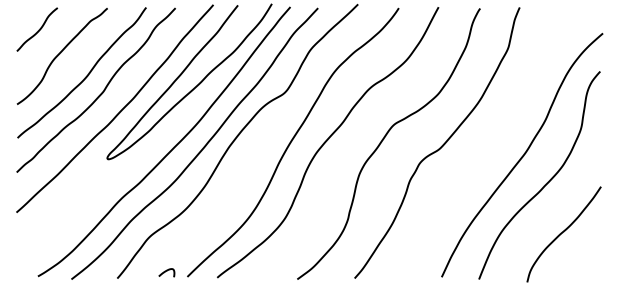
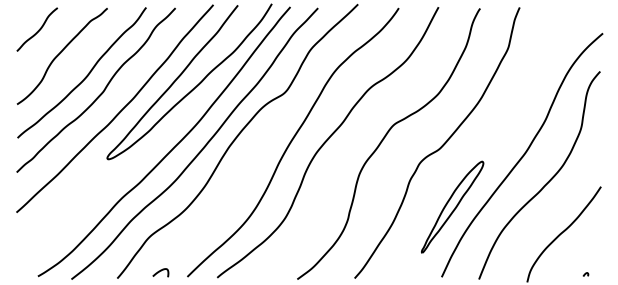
part at (452, 206): none -> present
curve at (166, 271) position: (166, 271) -> (160, 271)
curve at (585, 274): none -> present
